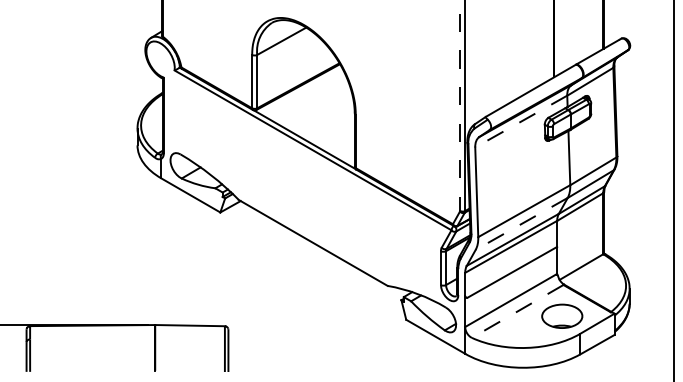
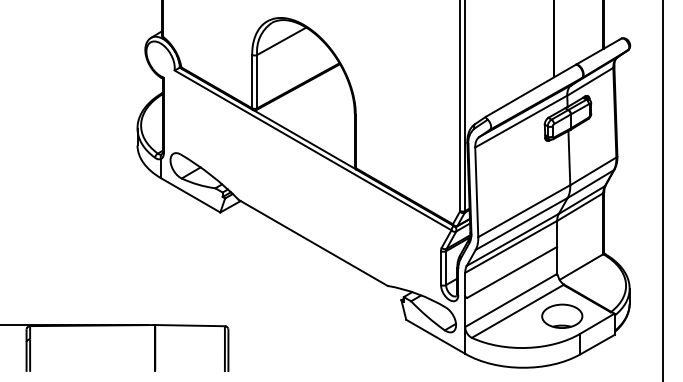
line at (460, 106): dashed -> solid
line at (521, 121): dashed -> solid
line at (673, 190) position: (673, 190) -> (662, 190)
line at (521, 223): dashed -> solid
line at (517, 311): dashed -> solid
